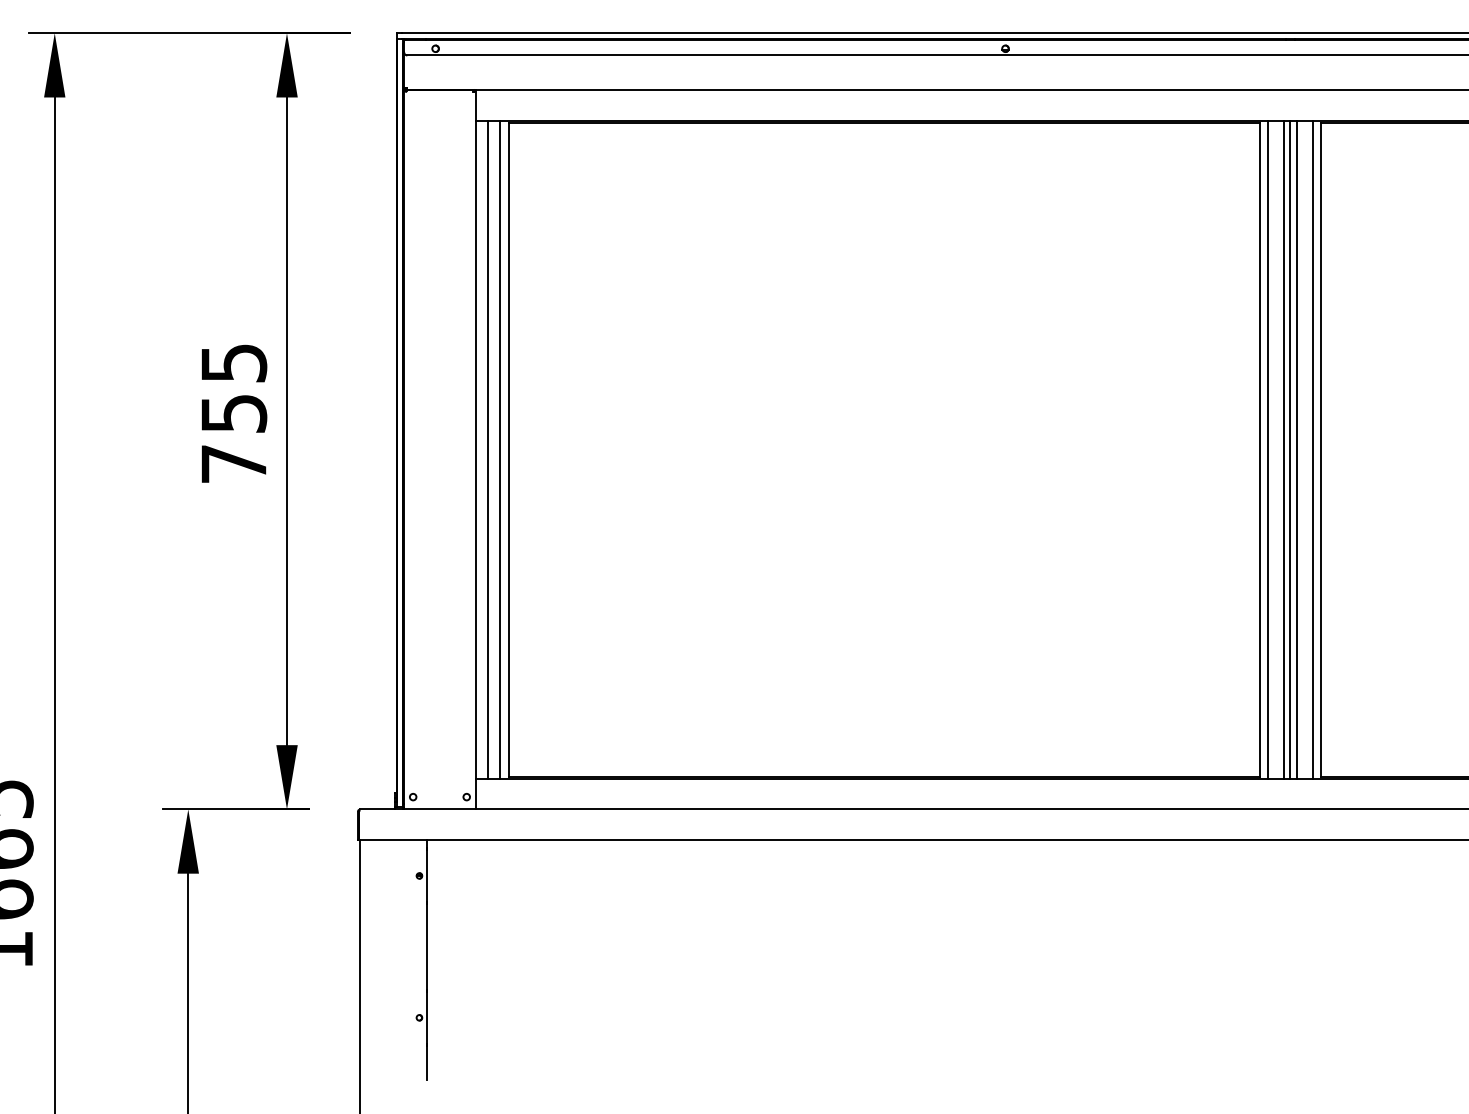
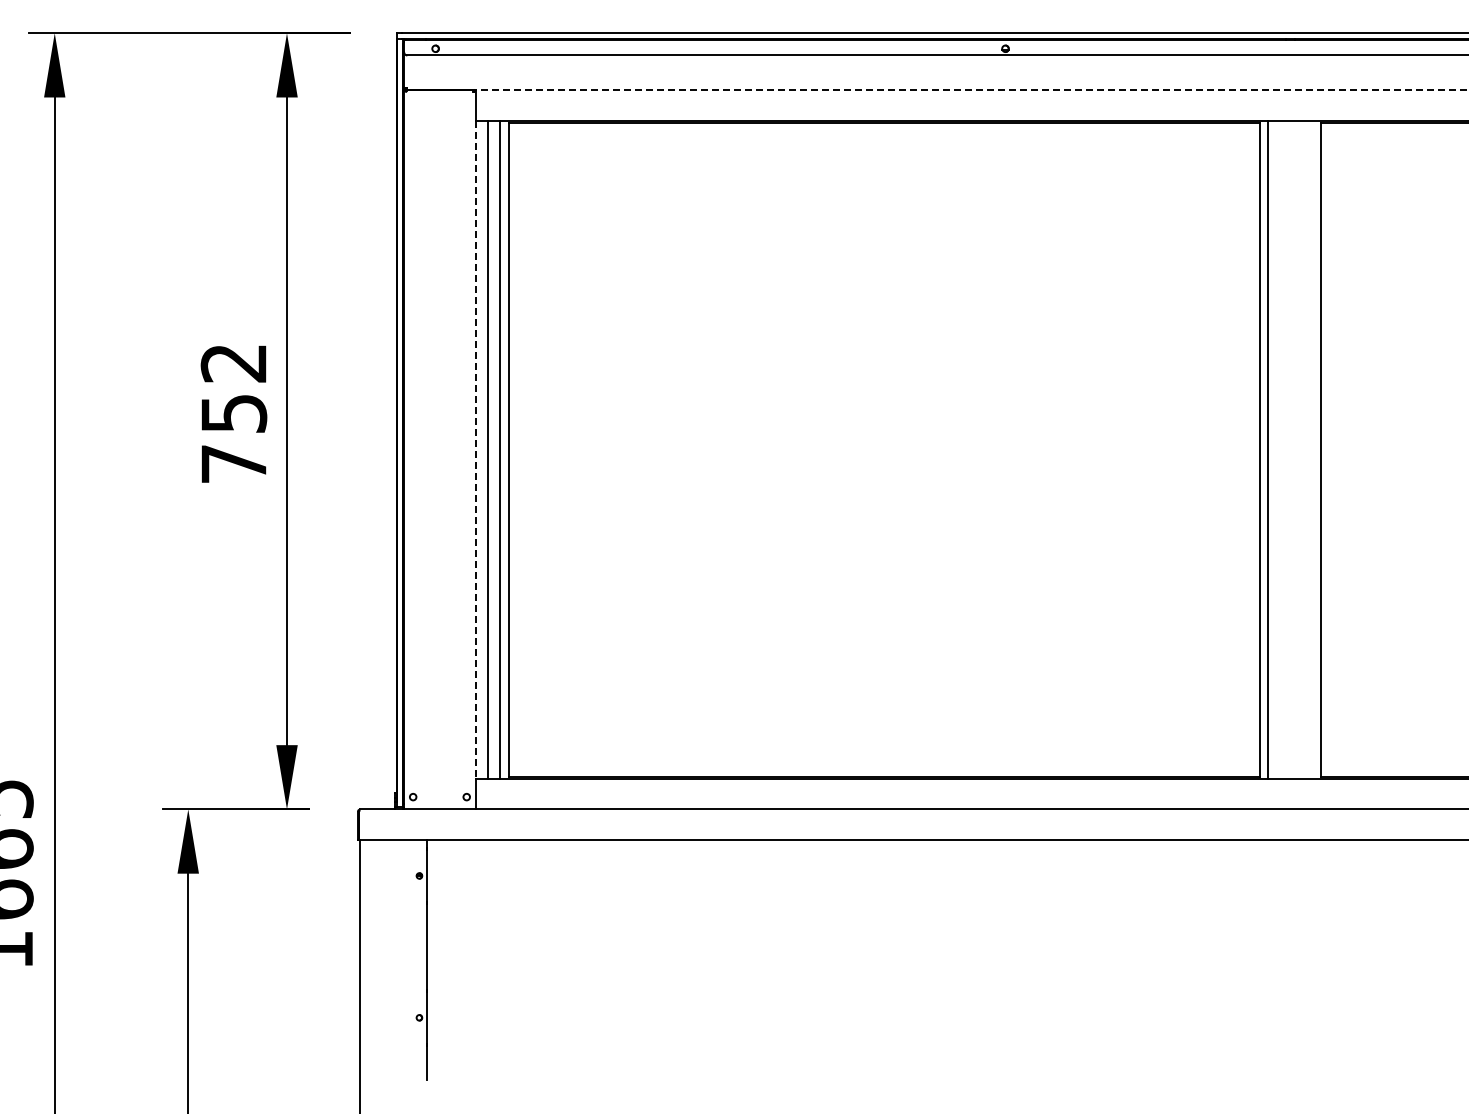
line at (972, 89): solid -> dashed
text at (233, 363): 755 -> 752
line at (476, 449): solid -> dashed
line at (1283, 449): present -> none
line at (1290, 449): present -> none
line at (1297, 449): present -> none
line at (1312, 449): present -> none
